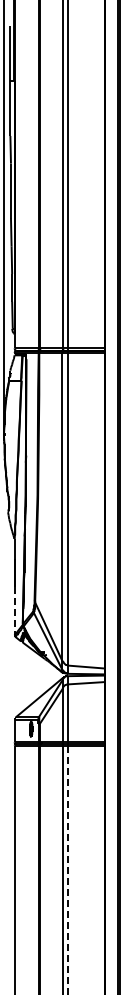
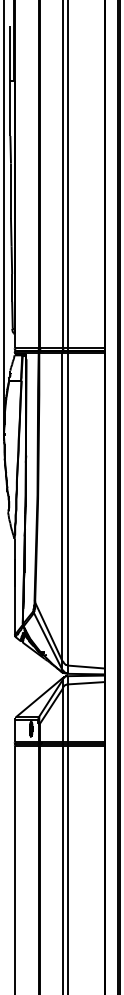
line at (14, 611): dashed -> solid
line at (67, 870): dashed -> solid
